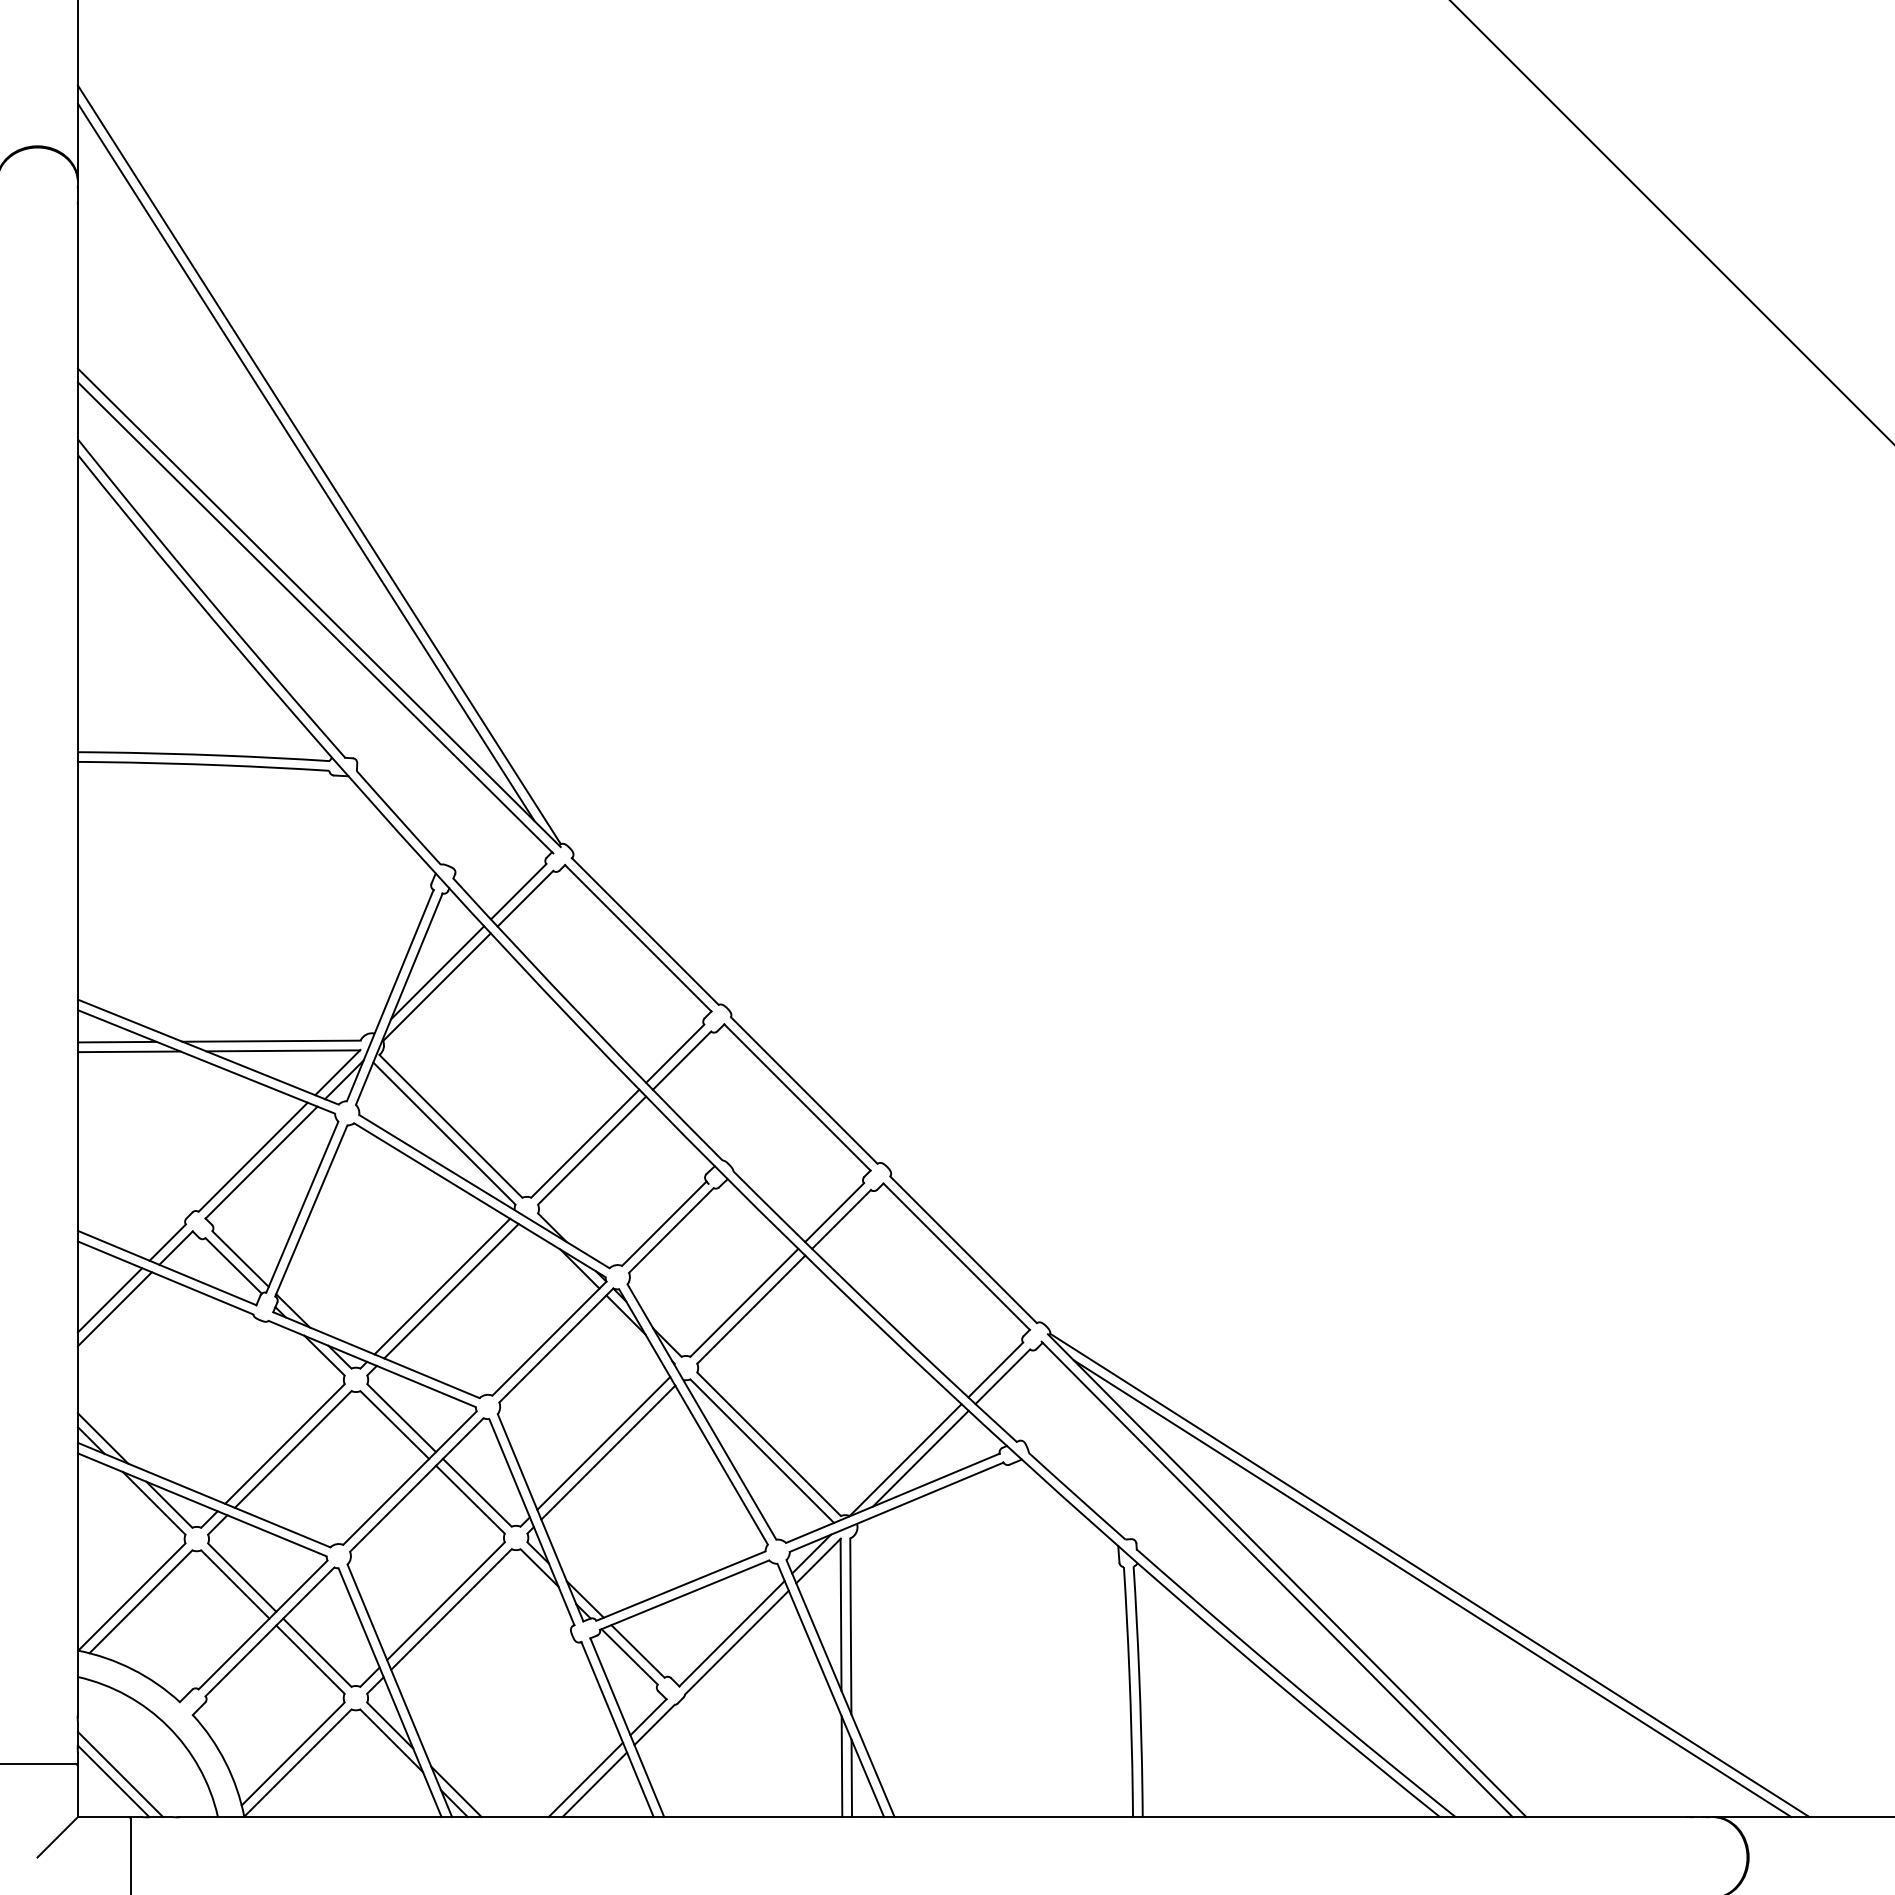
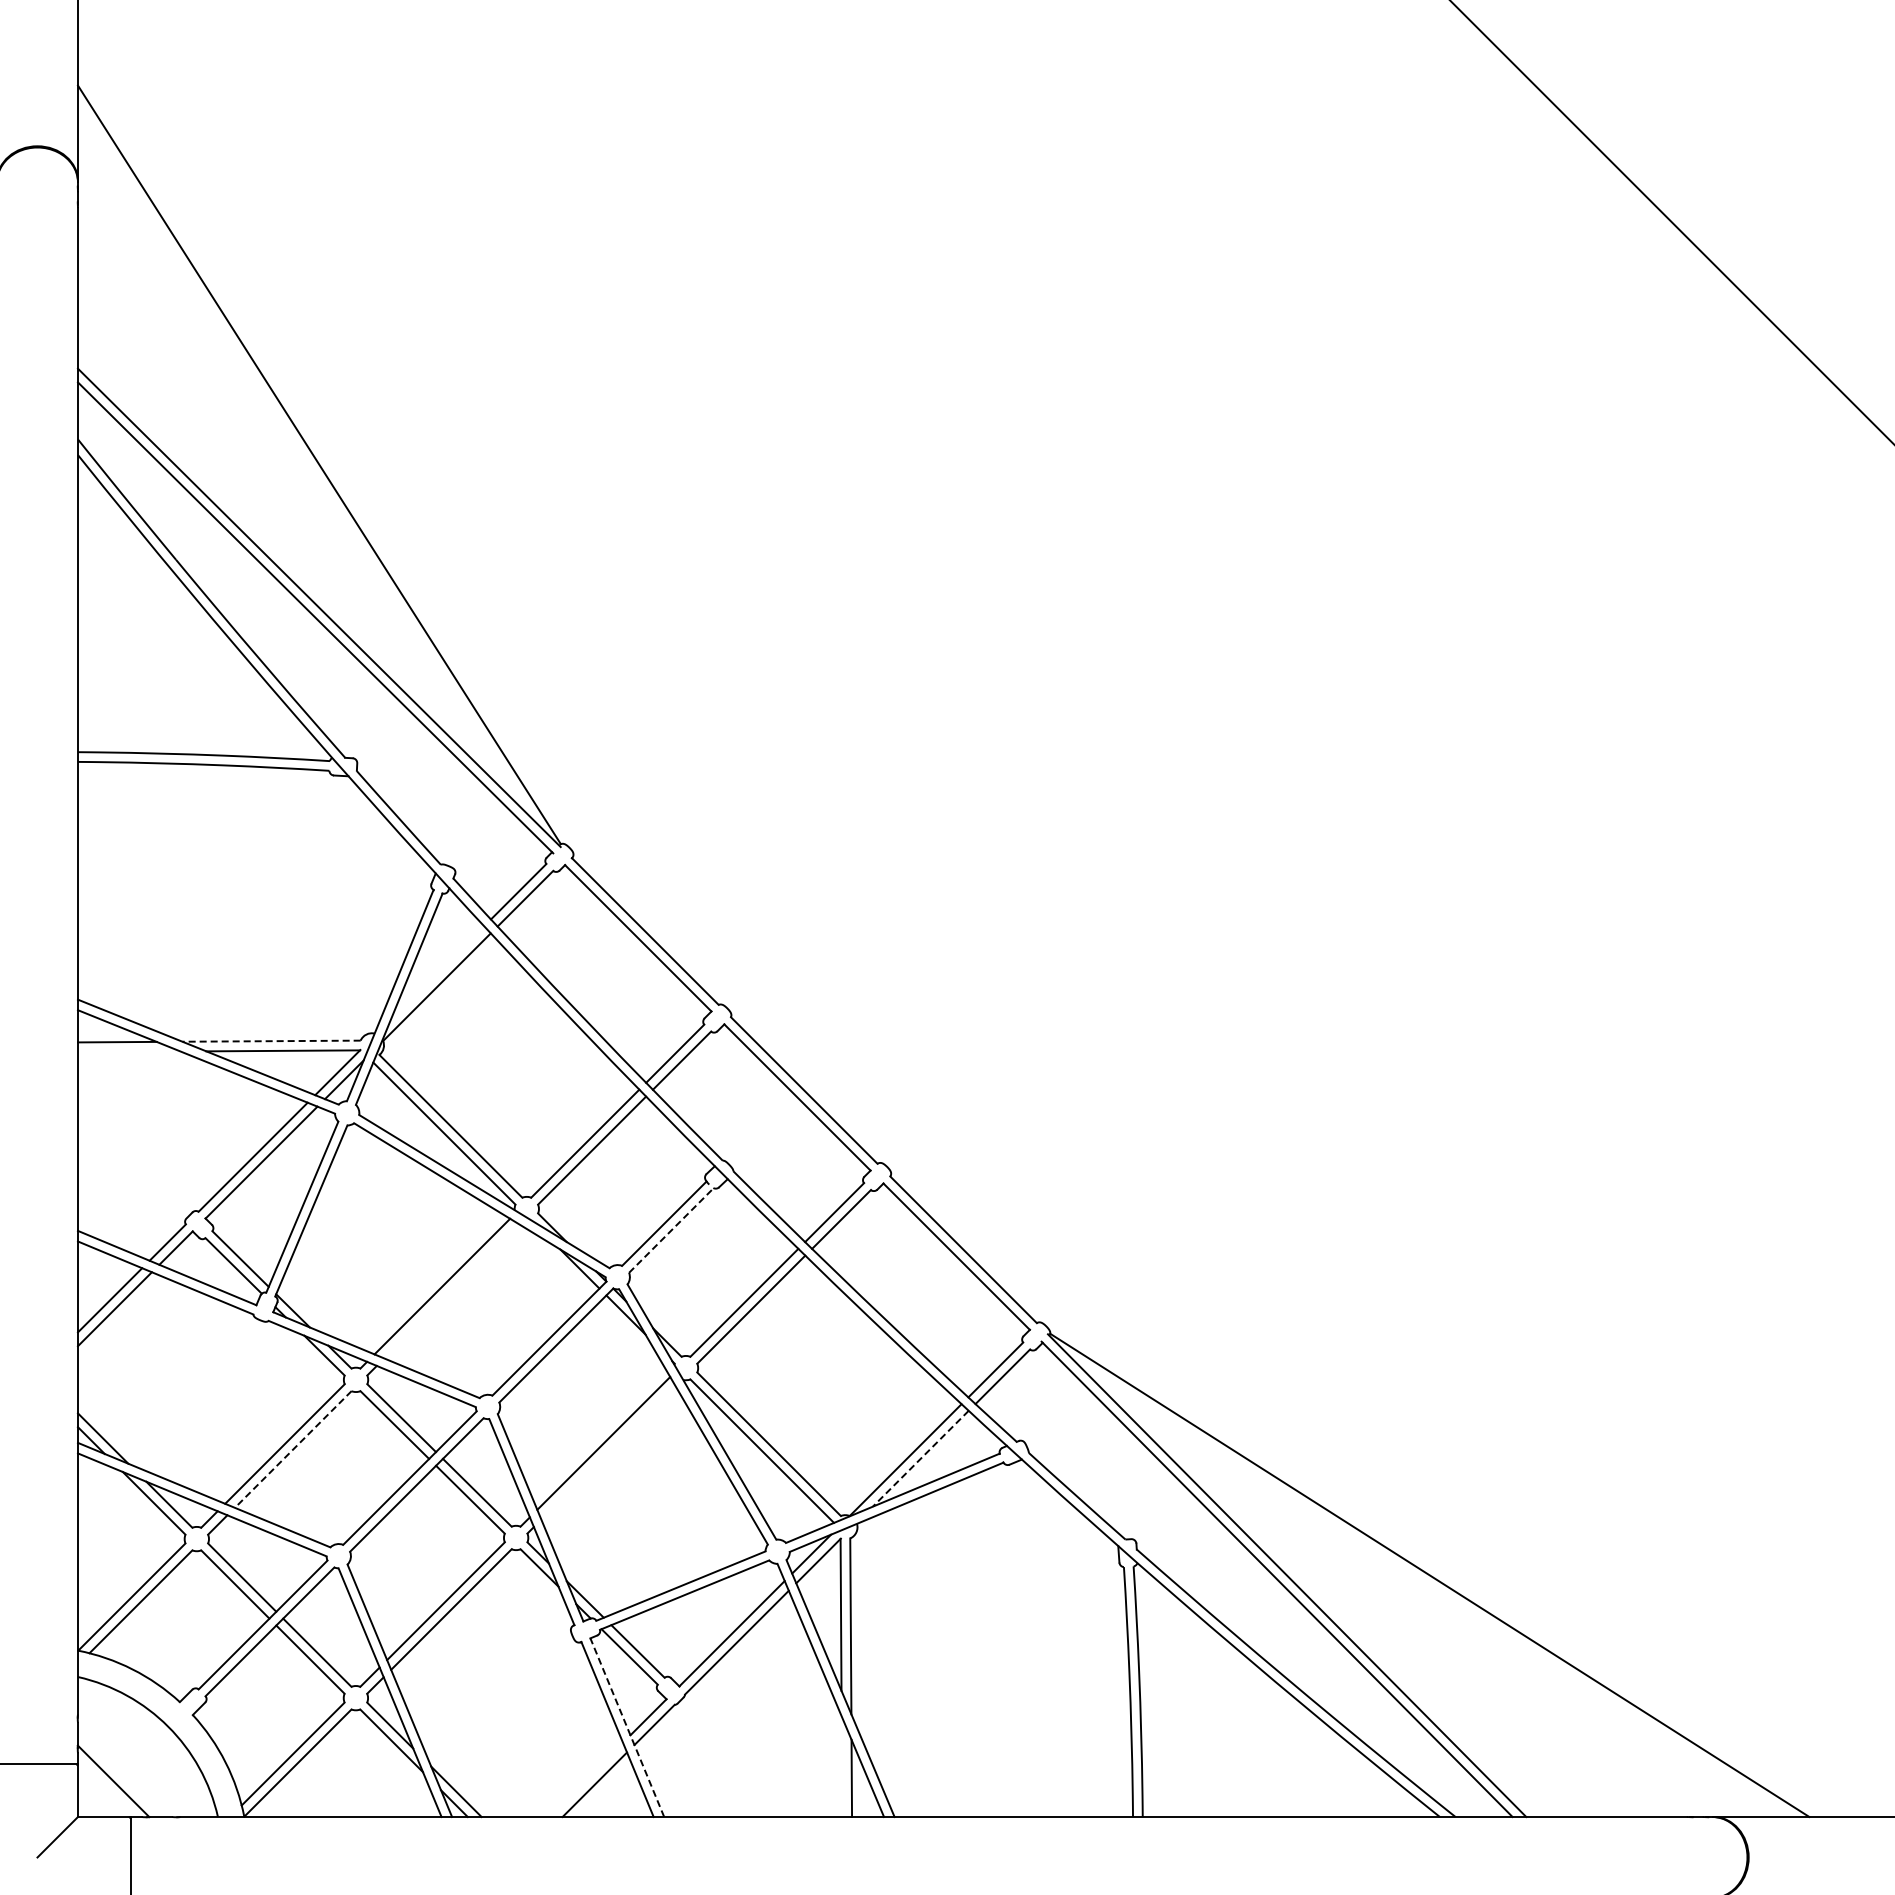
line at (305, 462): present -> none
line at (437, 972): present -> none
line at (271, 1041): solid -> dashed
line at (128, 1051): present -> none
line at (671, 1230): solid -> dashed
line at (451, 1291): present -> none
line at (293, 1449): solid -> dashed
line at (608, 1452): present -> none
line at (920, 1458): solid -> dashed
line at (1432, 1588): present -> none
line at (627, 1727): solid -> dashed
line at (841, 1766): present -> none
line at (120, 1774): present -> none
line at (585, 1779): present -> none
